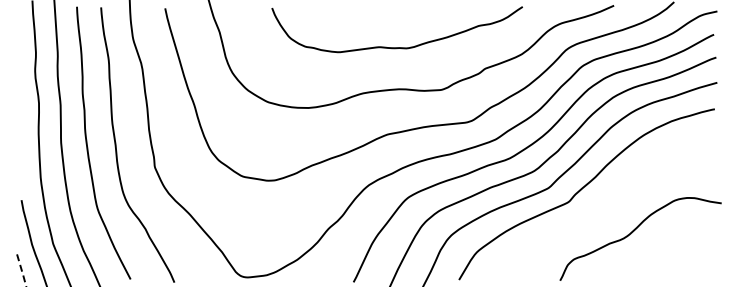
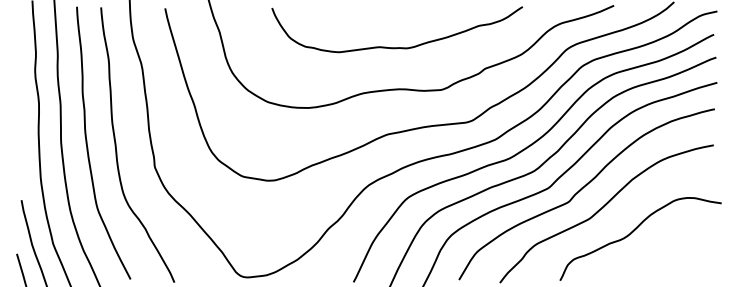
curve at (603, 208): none -> present
line at (21, 270): dashed -> solid
